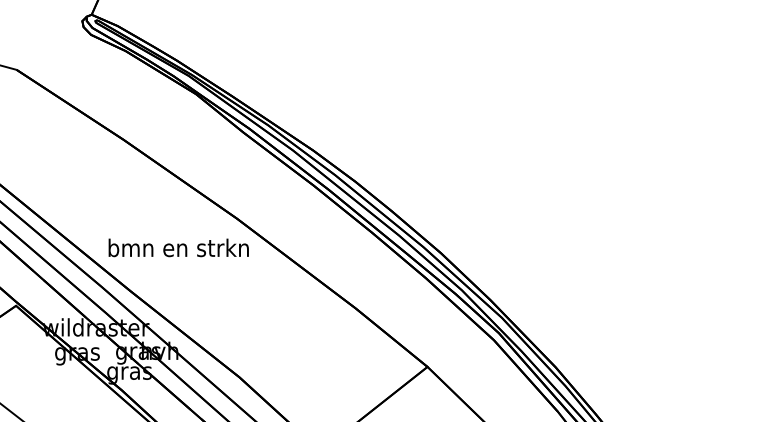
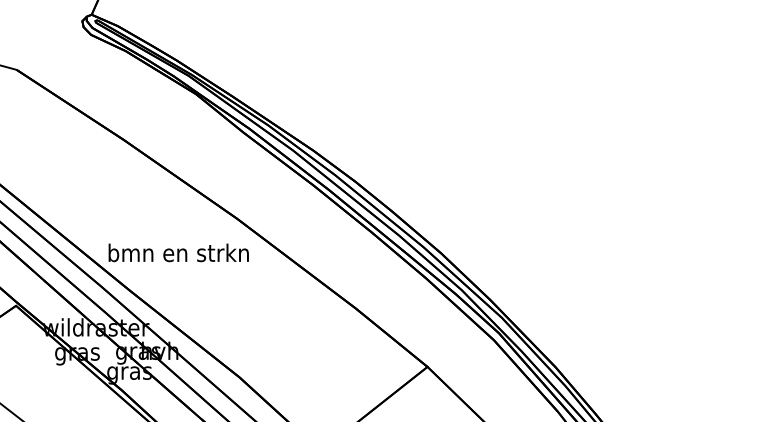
text at (178, 247) position: (178, 247) -> (178, 252)
